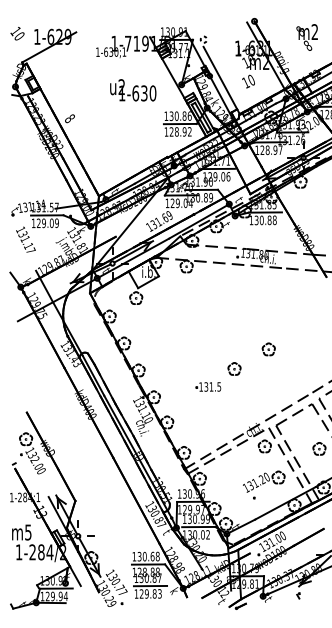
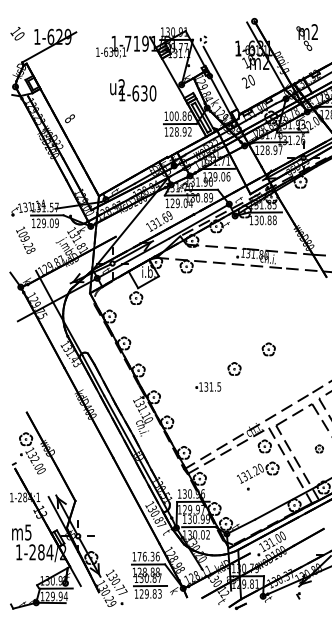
text at (244, 82): 10 -> 20
text at (171, 115): 130.86 -> 100.86
text at (26, 242): 131.17 -> 109.28
part at (319, 448) size: 15x14 px -> 10x10 px
part at (264, 484) position: (264, 484) -> (258, 475)
text at (148, 556): 130.68 -> 176.36
